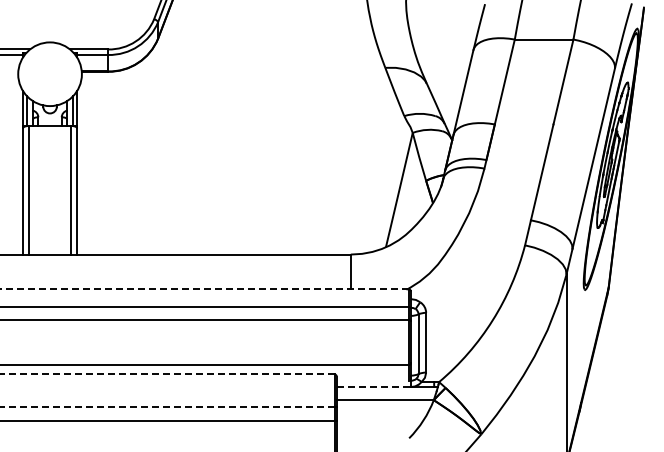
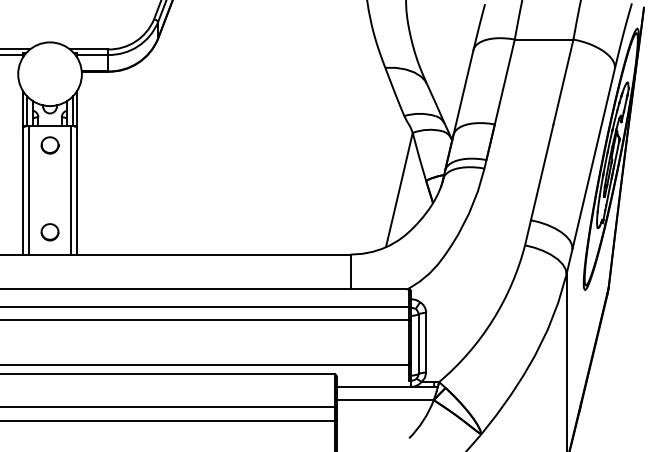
part at (49, 145): none -> present
part at (49, 232): none -> present
line at (203, 289): dashed -> solid
line at (166, 374): dashed -> solid
line at (374, 387): dashed -> solid
line at (166, 406): dashed -> solid
